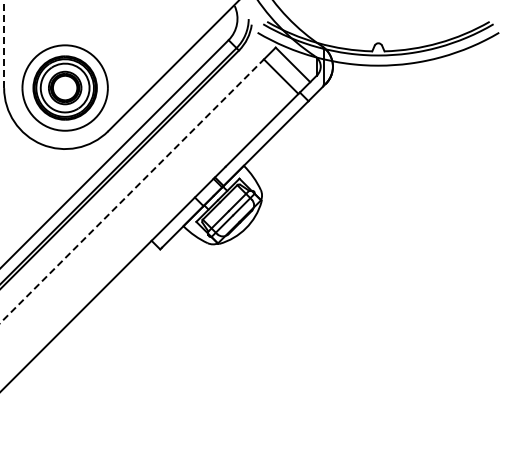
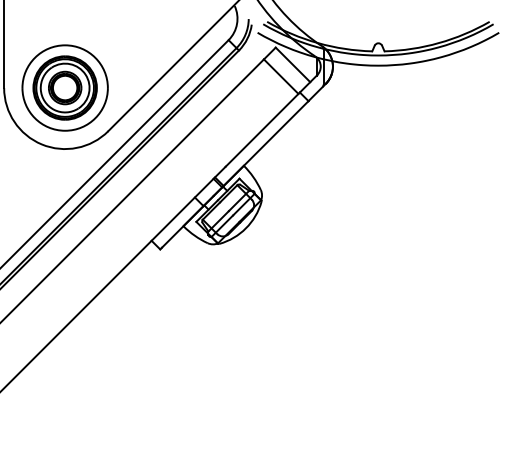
line at (4, 44): dashed -> solid
line at (132, 190): dashed -> solid
